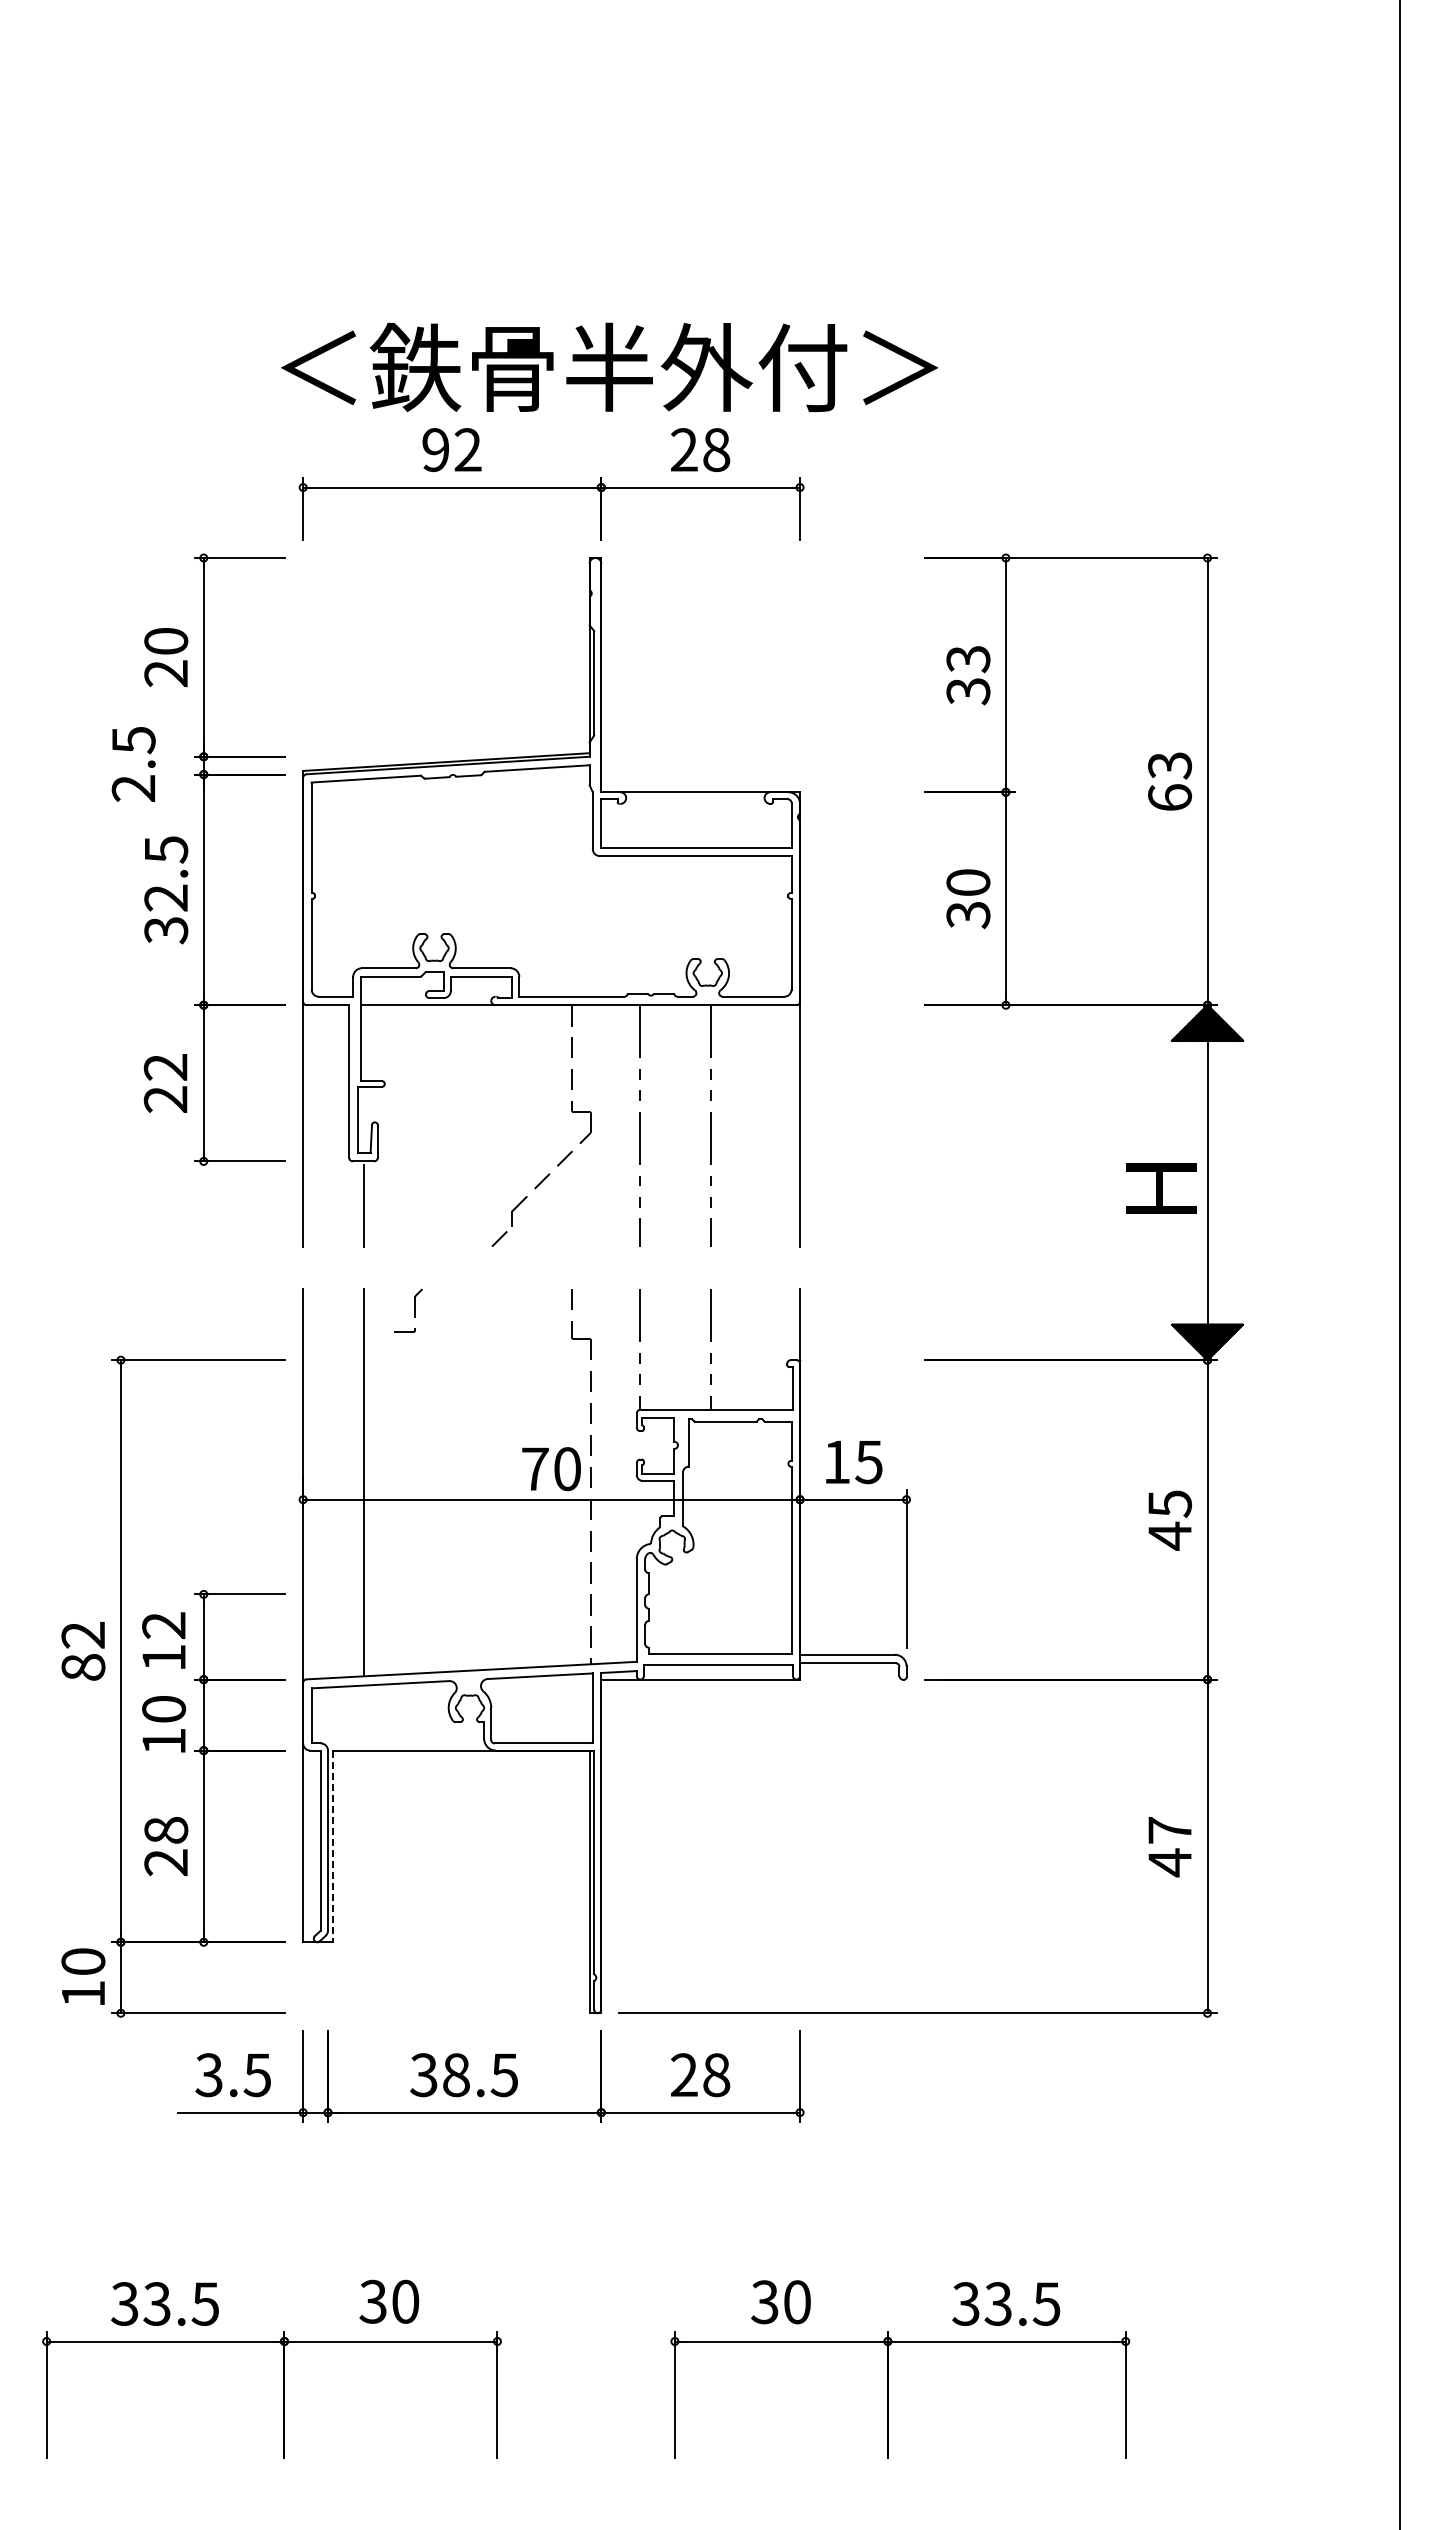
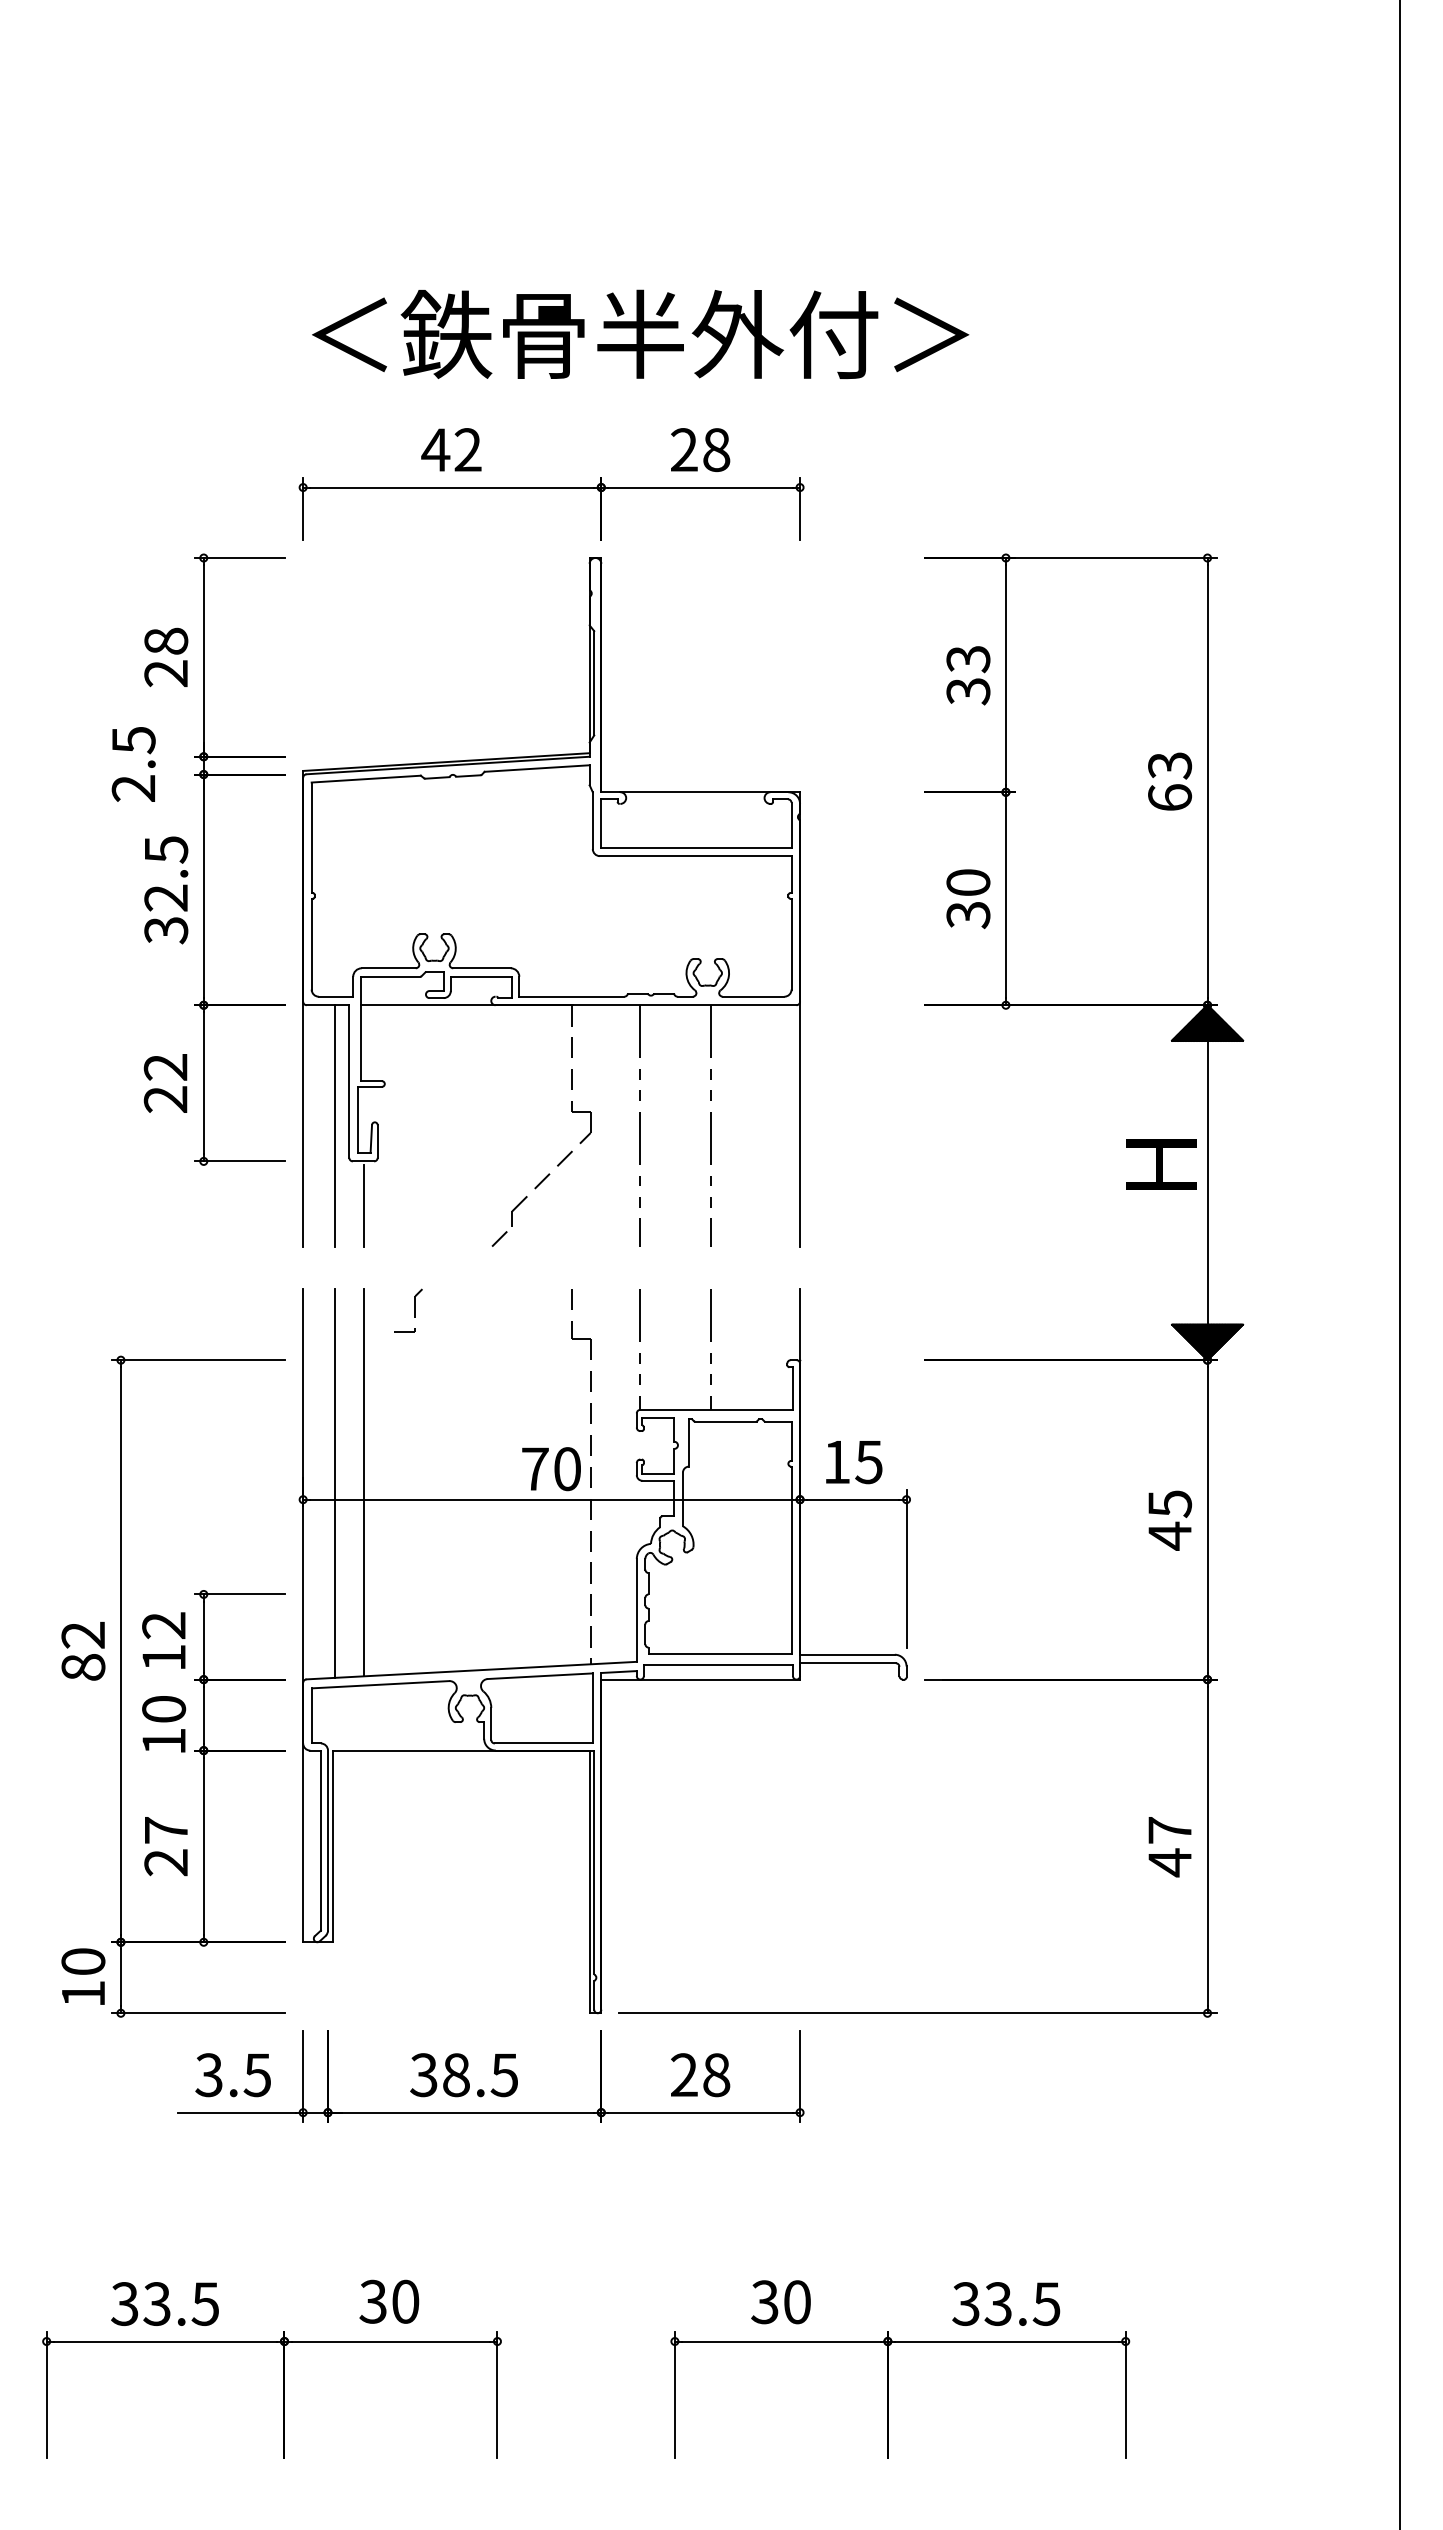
text at (609, 367) position: (609, 367) -> (640, 334)
text at (435, 450): 92 -> 42
text at (166, 640): 20 -> 28
line at (335, 1125): none -> present
text at (1161, 1188) position: (1161, 1188) -> (1161, 1164)
line at (335, 1483): none -> present
text at (166, 1829): 28 -> 27
line at (332, 1846): dashed -> solid
